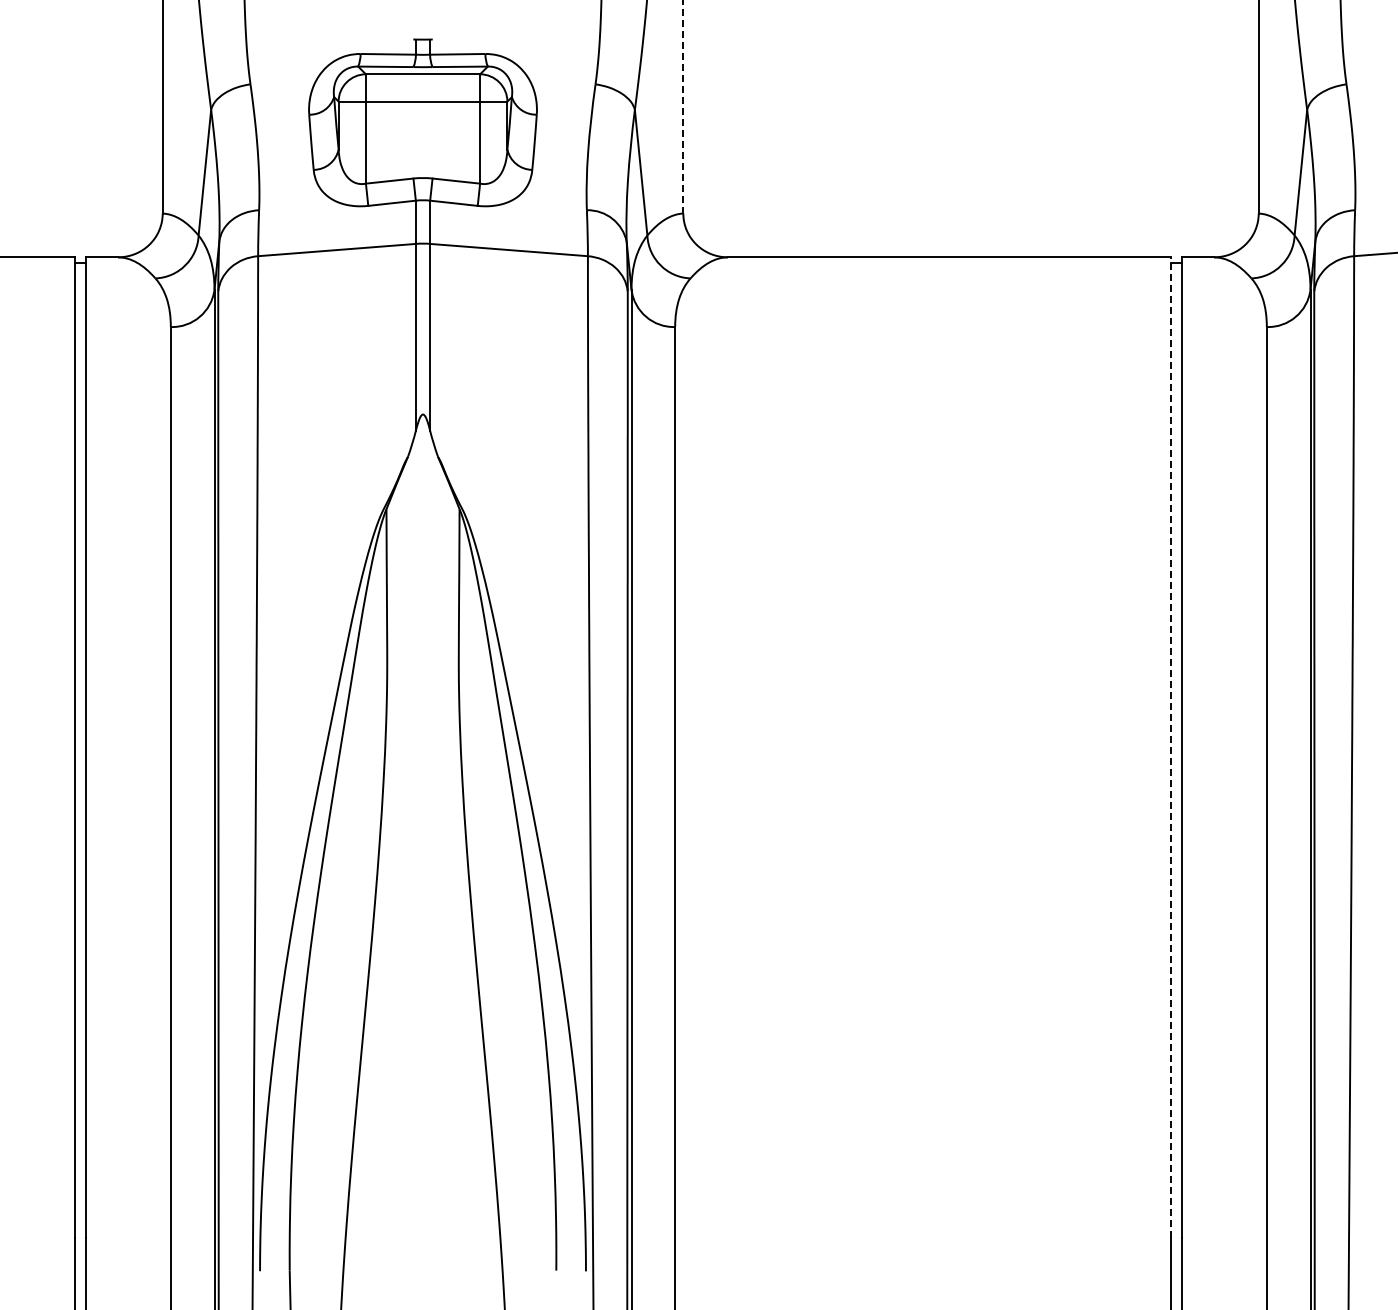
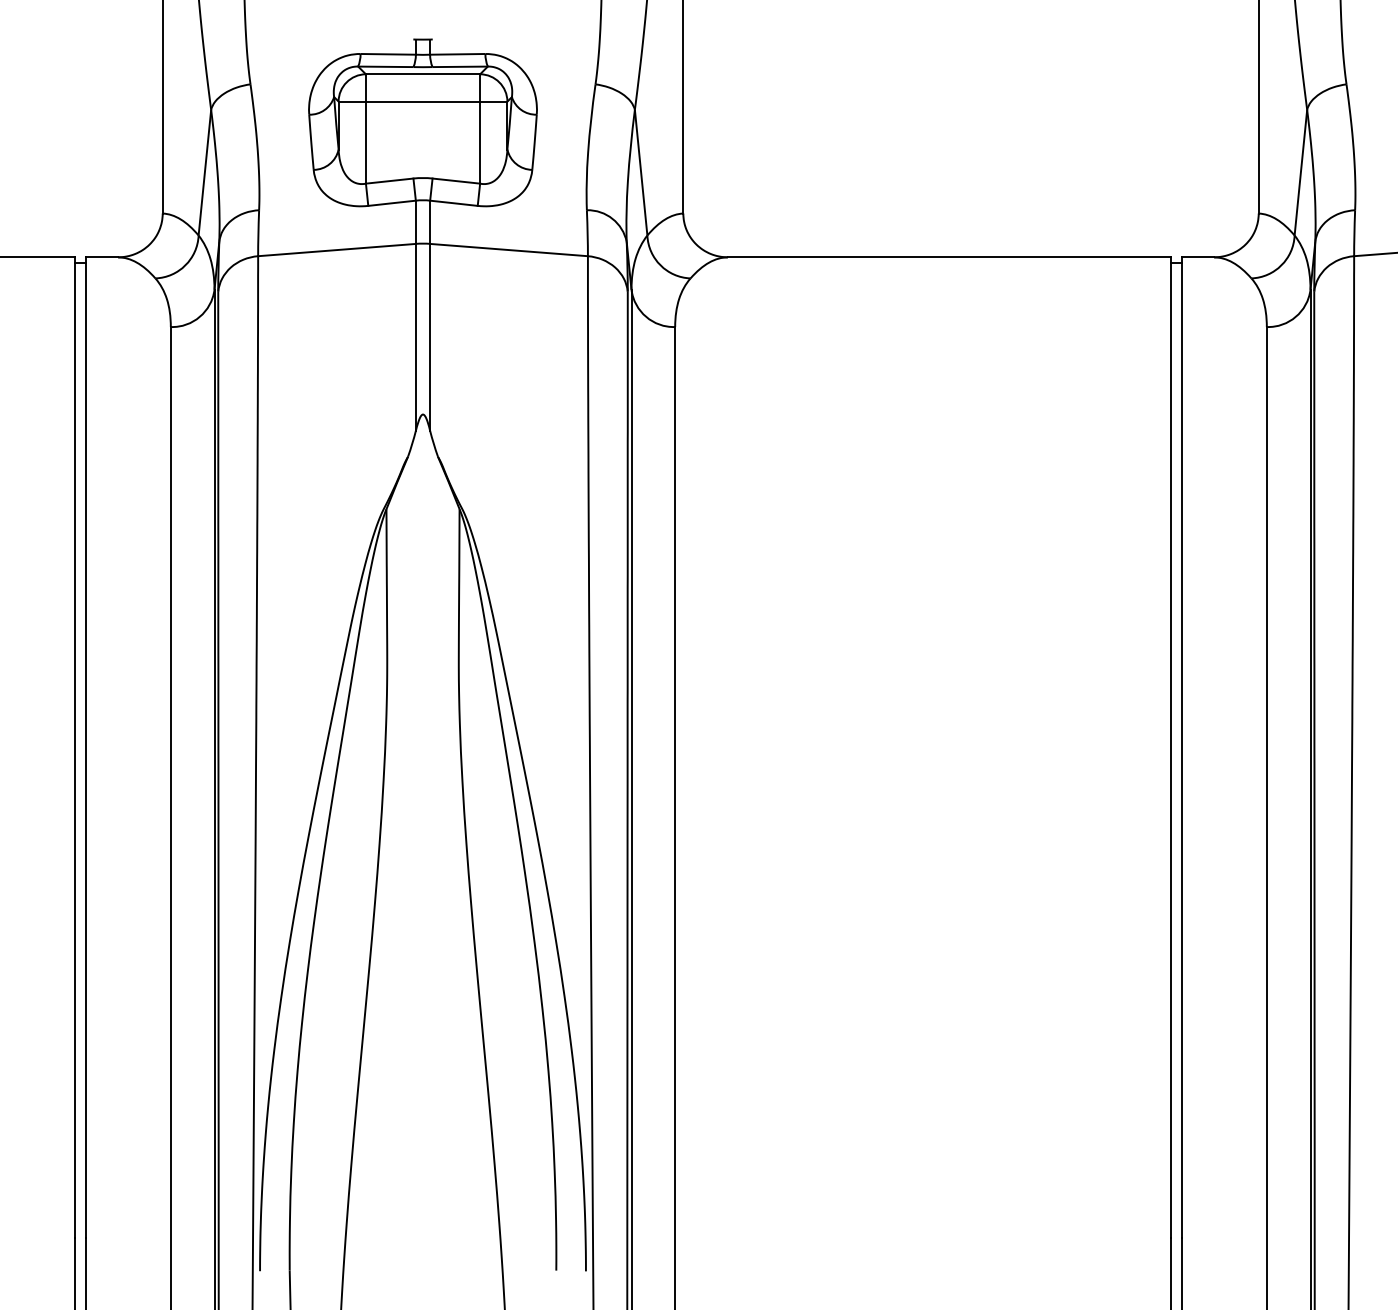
line at (683, 106): dashed -> solid
line at (1171, 747): dashed -> solid
